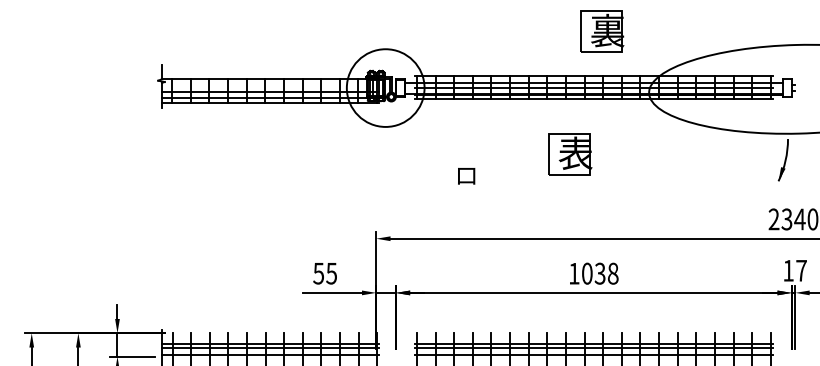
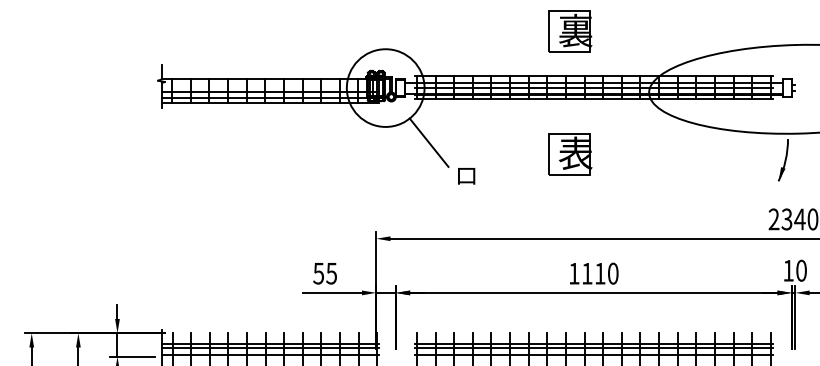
part at (602, 31) position: (602, 31) -> (570, 31)
line at (428, 142): none -> present
text at (801, 270): 17 -> 10
text at (600, 273): 1038 -> 1110
